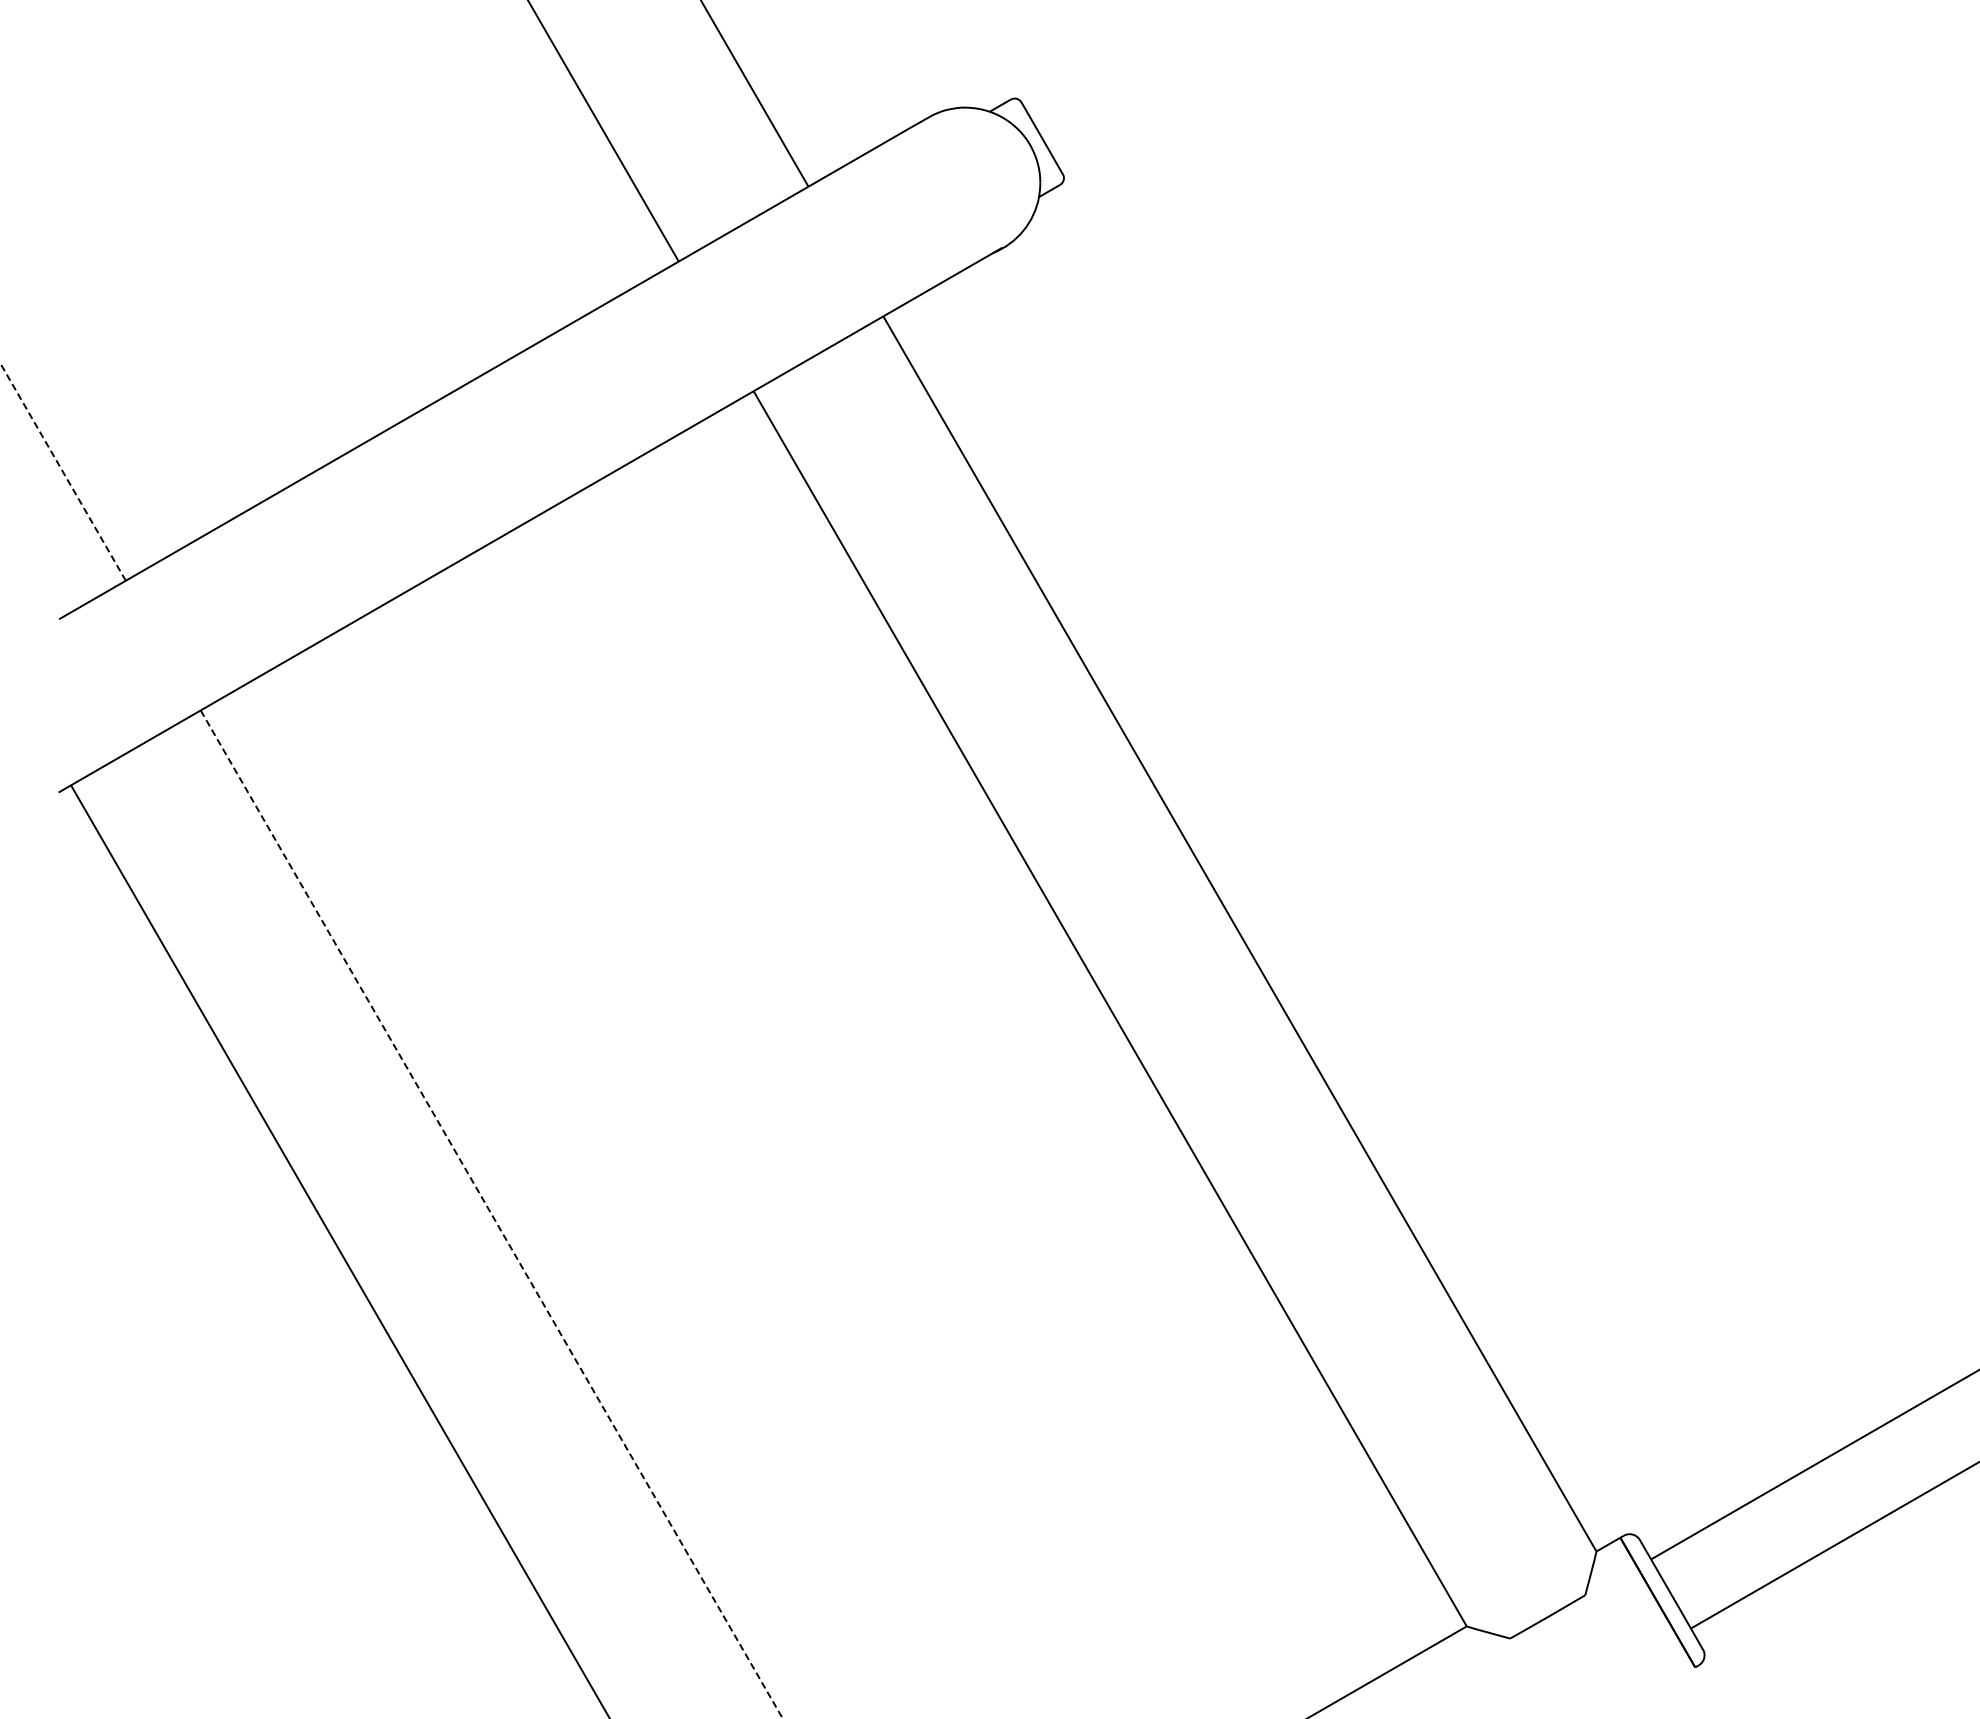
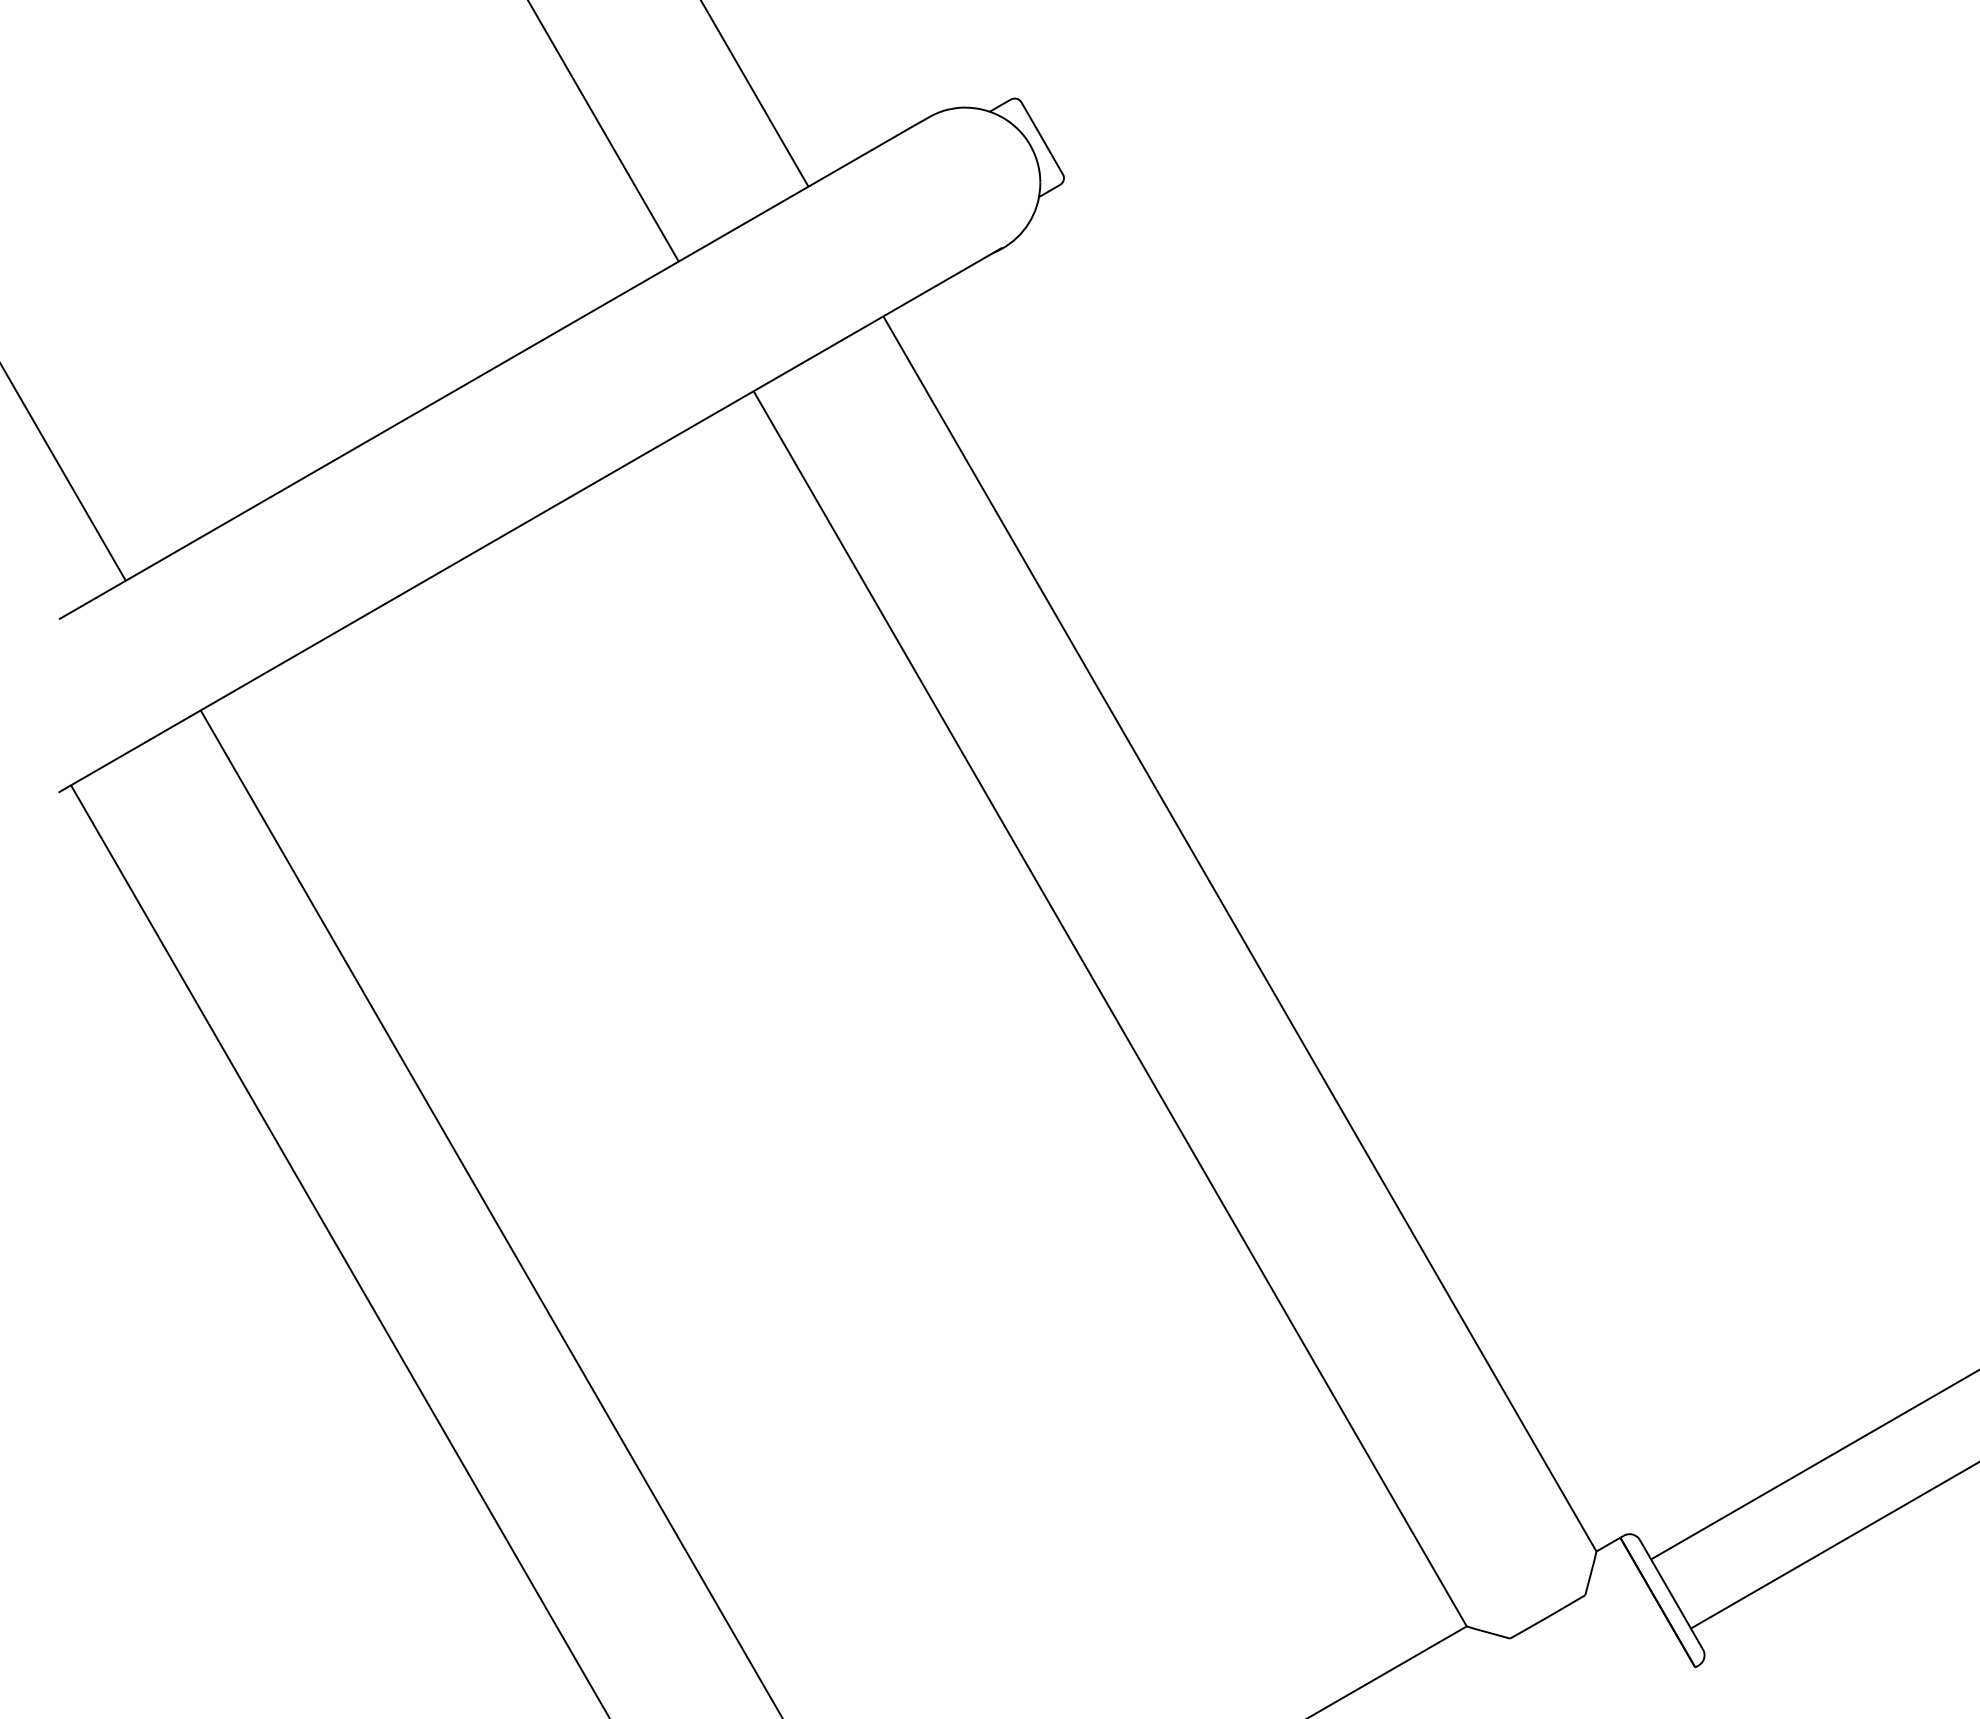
line at (62, 471): dashed -> solid
line at (491, 1214): dashed -> solid
